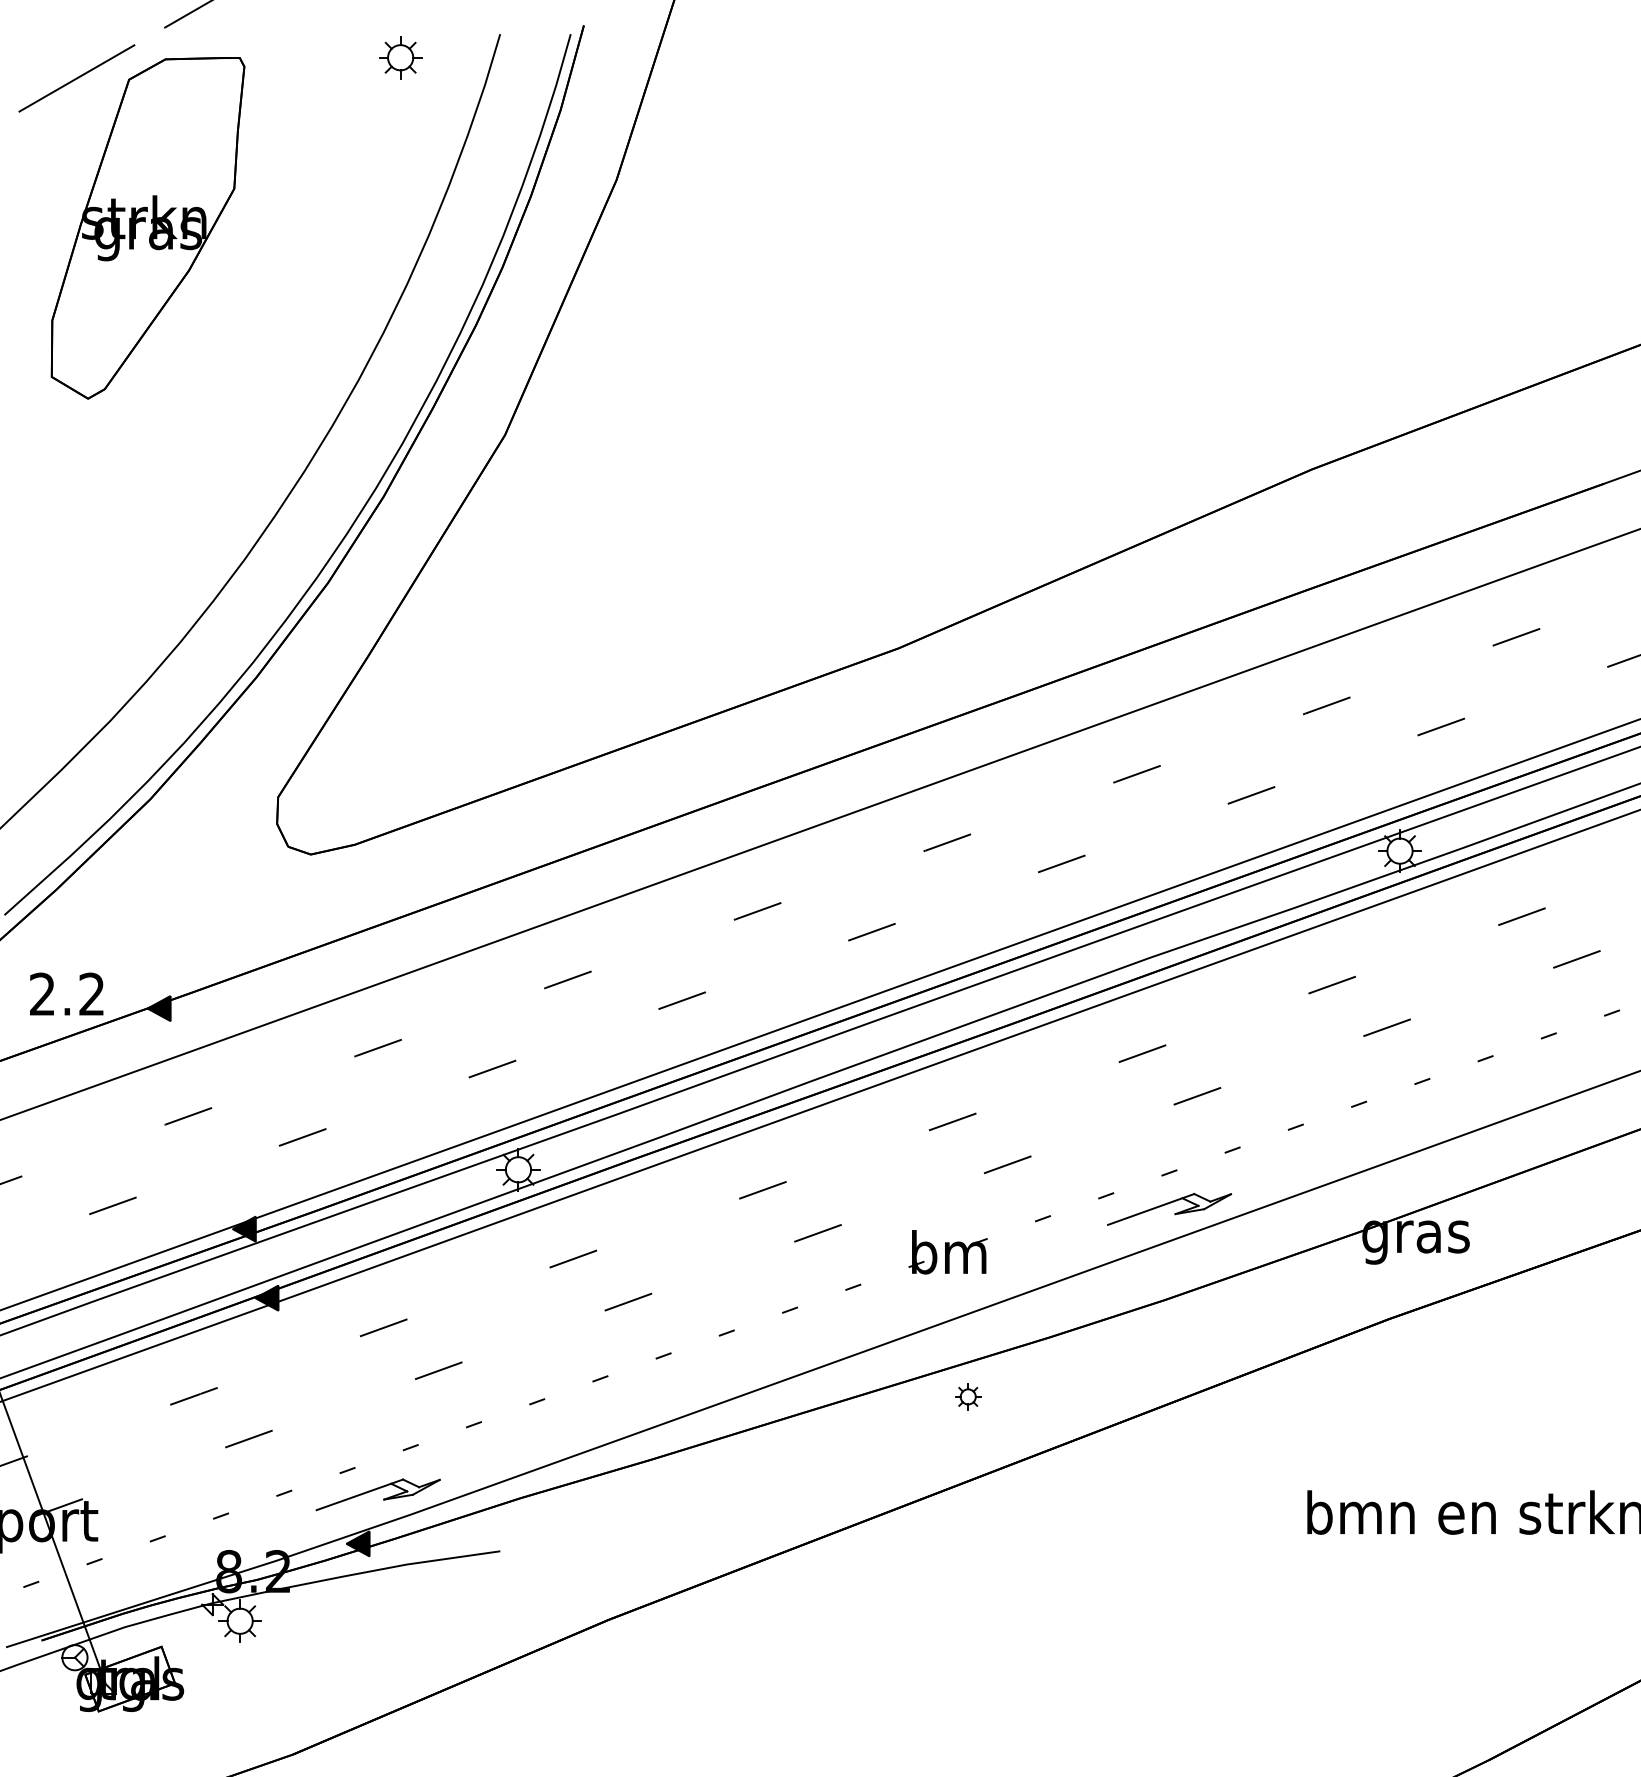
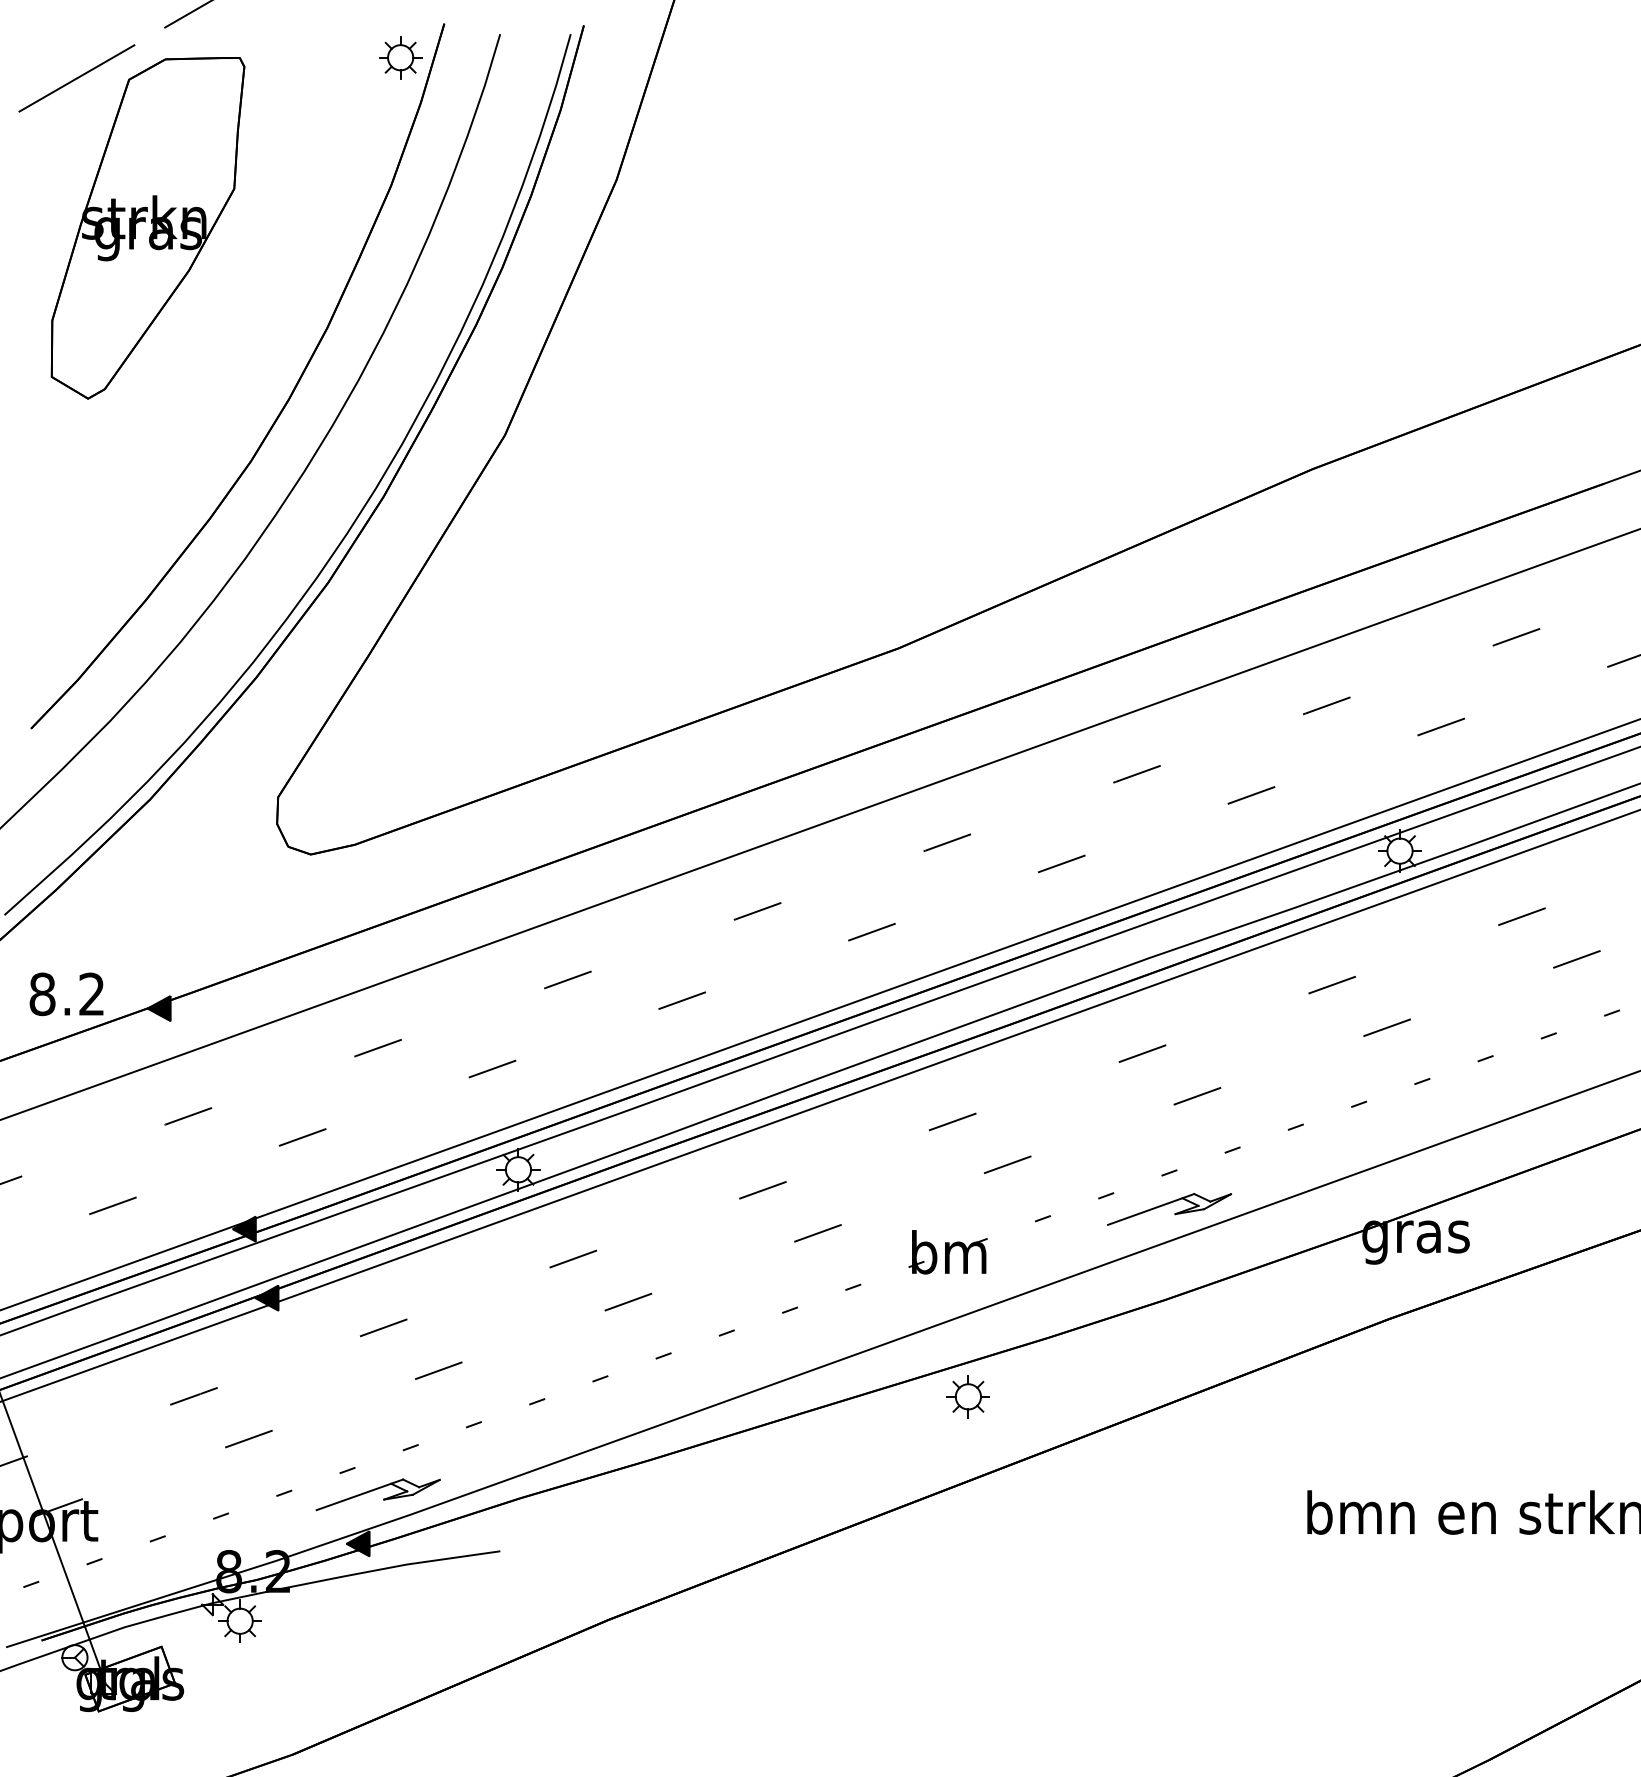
part at (285, 402): none -> present
text at (42, 994): 2.2 -> 8.2
part at (968, 1396) size: 27x28 px -> 44x44 px
